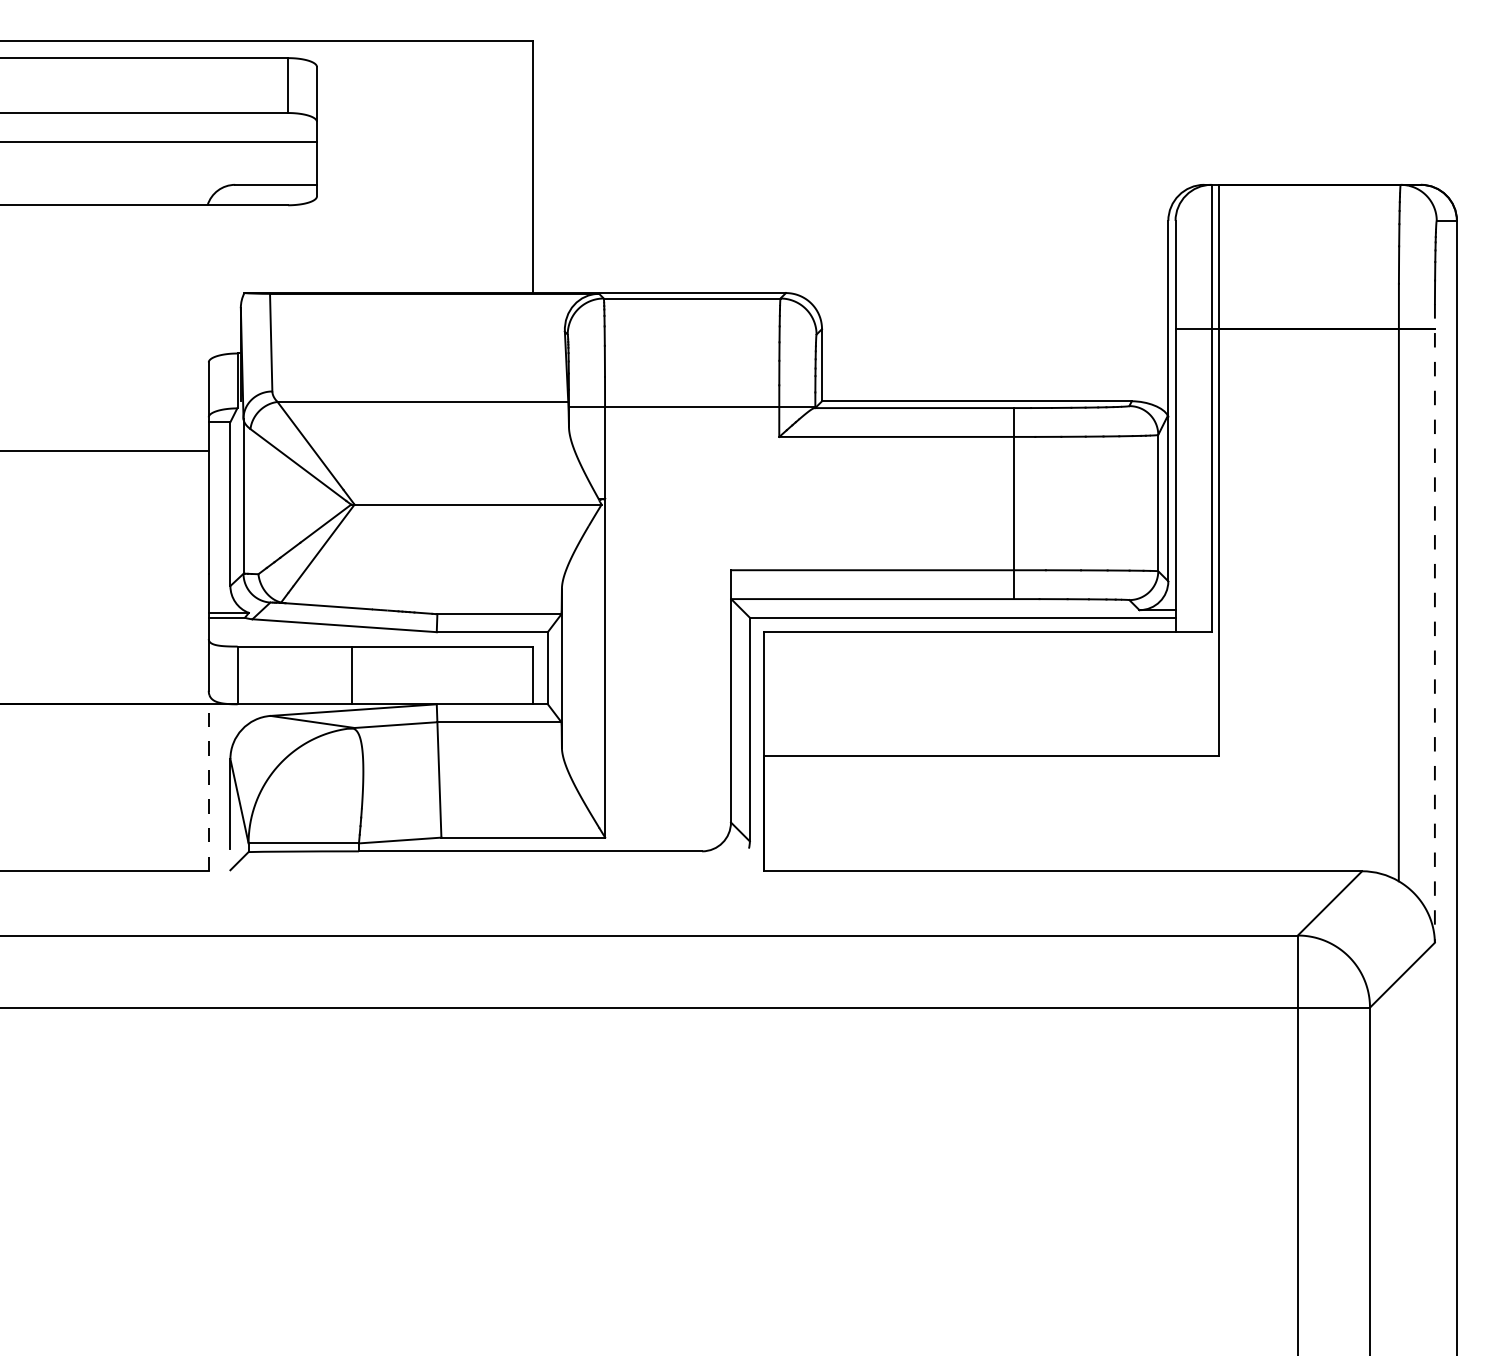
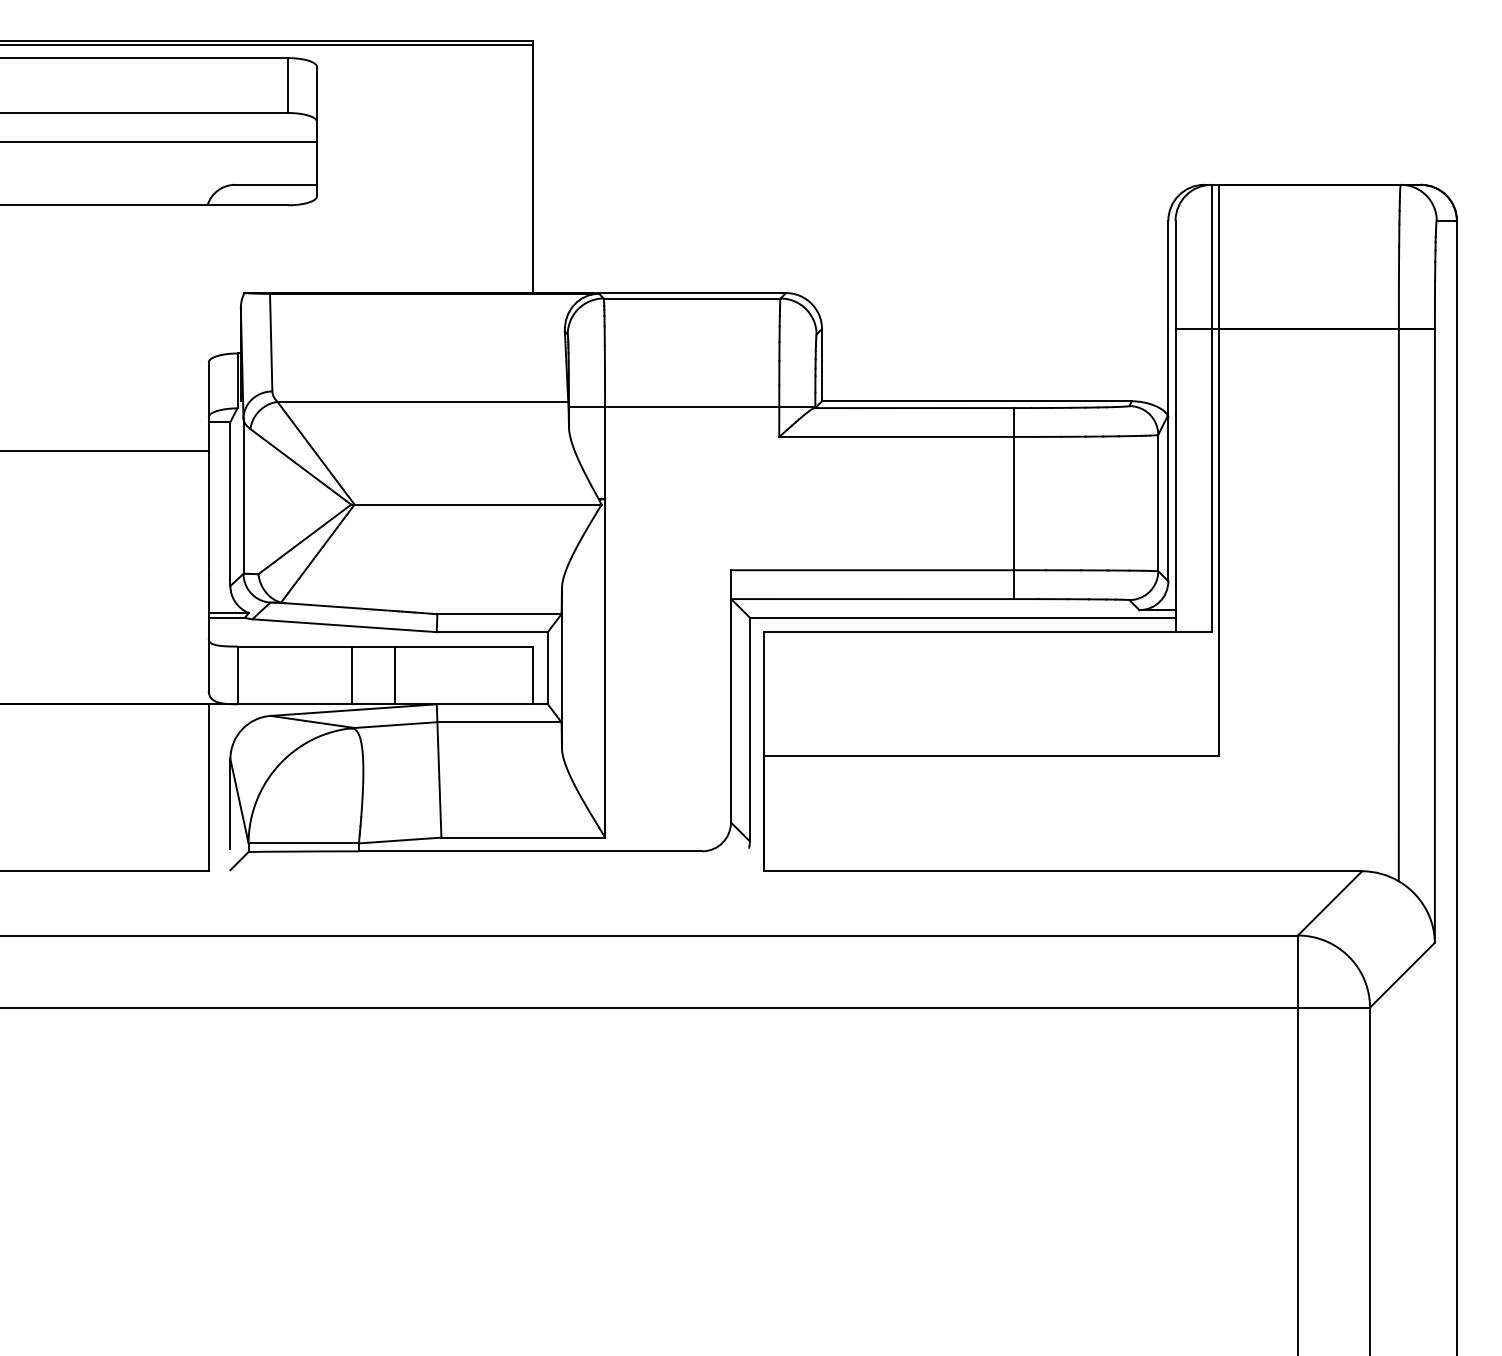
line at (267, 45): none -> present
line at (1434, 623): dashed -> solid
line at (395, 675): none -> present
line at (208, 787): dashed -> solid
